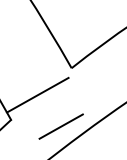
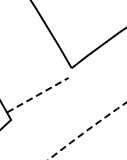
line at (38, 94): solid -> dashed
line at (60, 126): present -> none
arc at (86, 131): solid -> dashed
